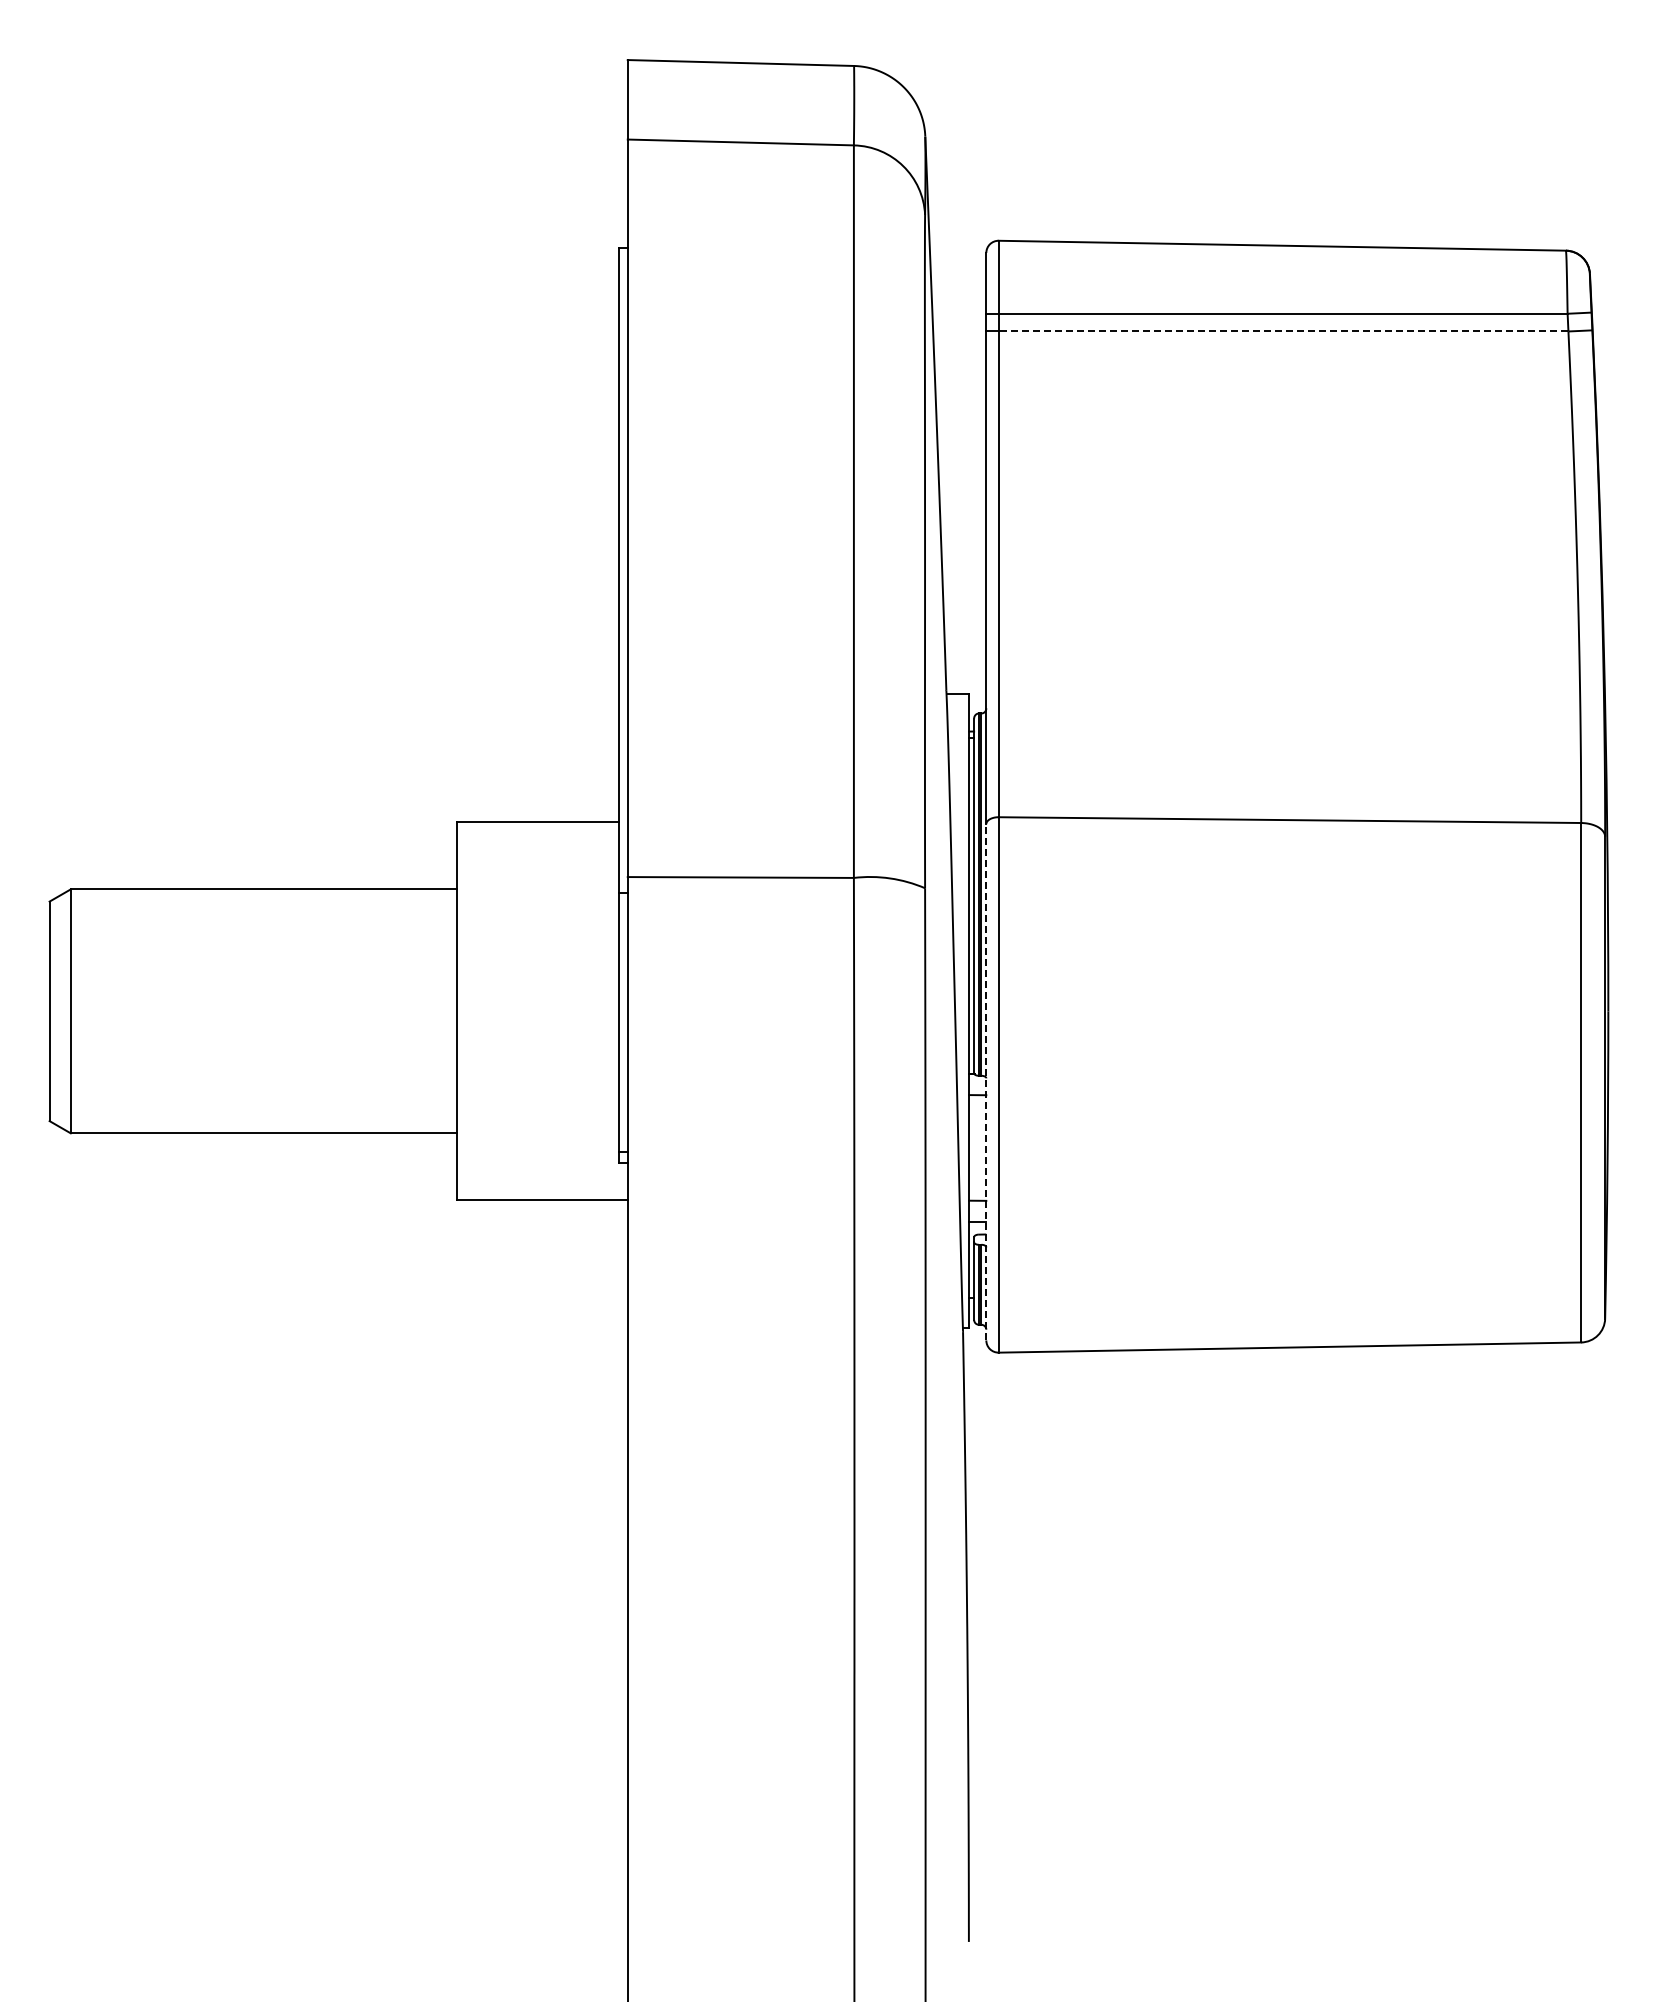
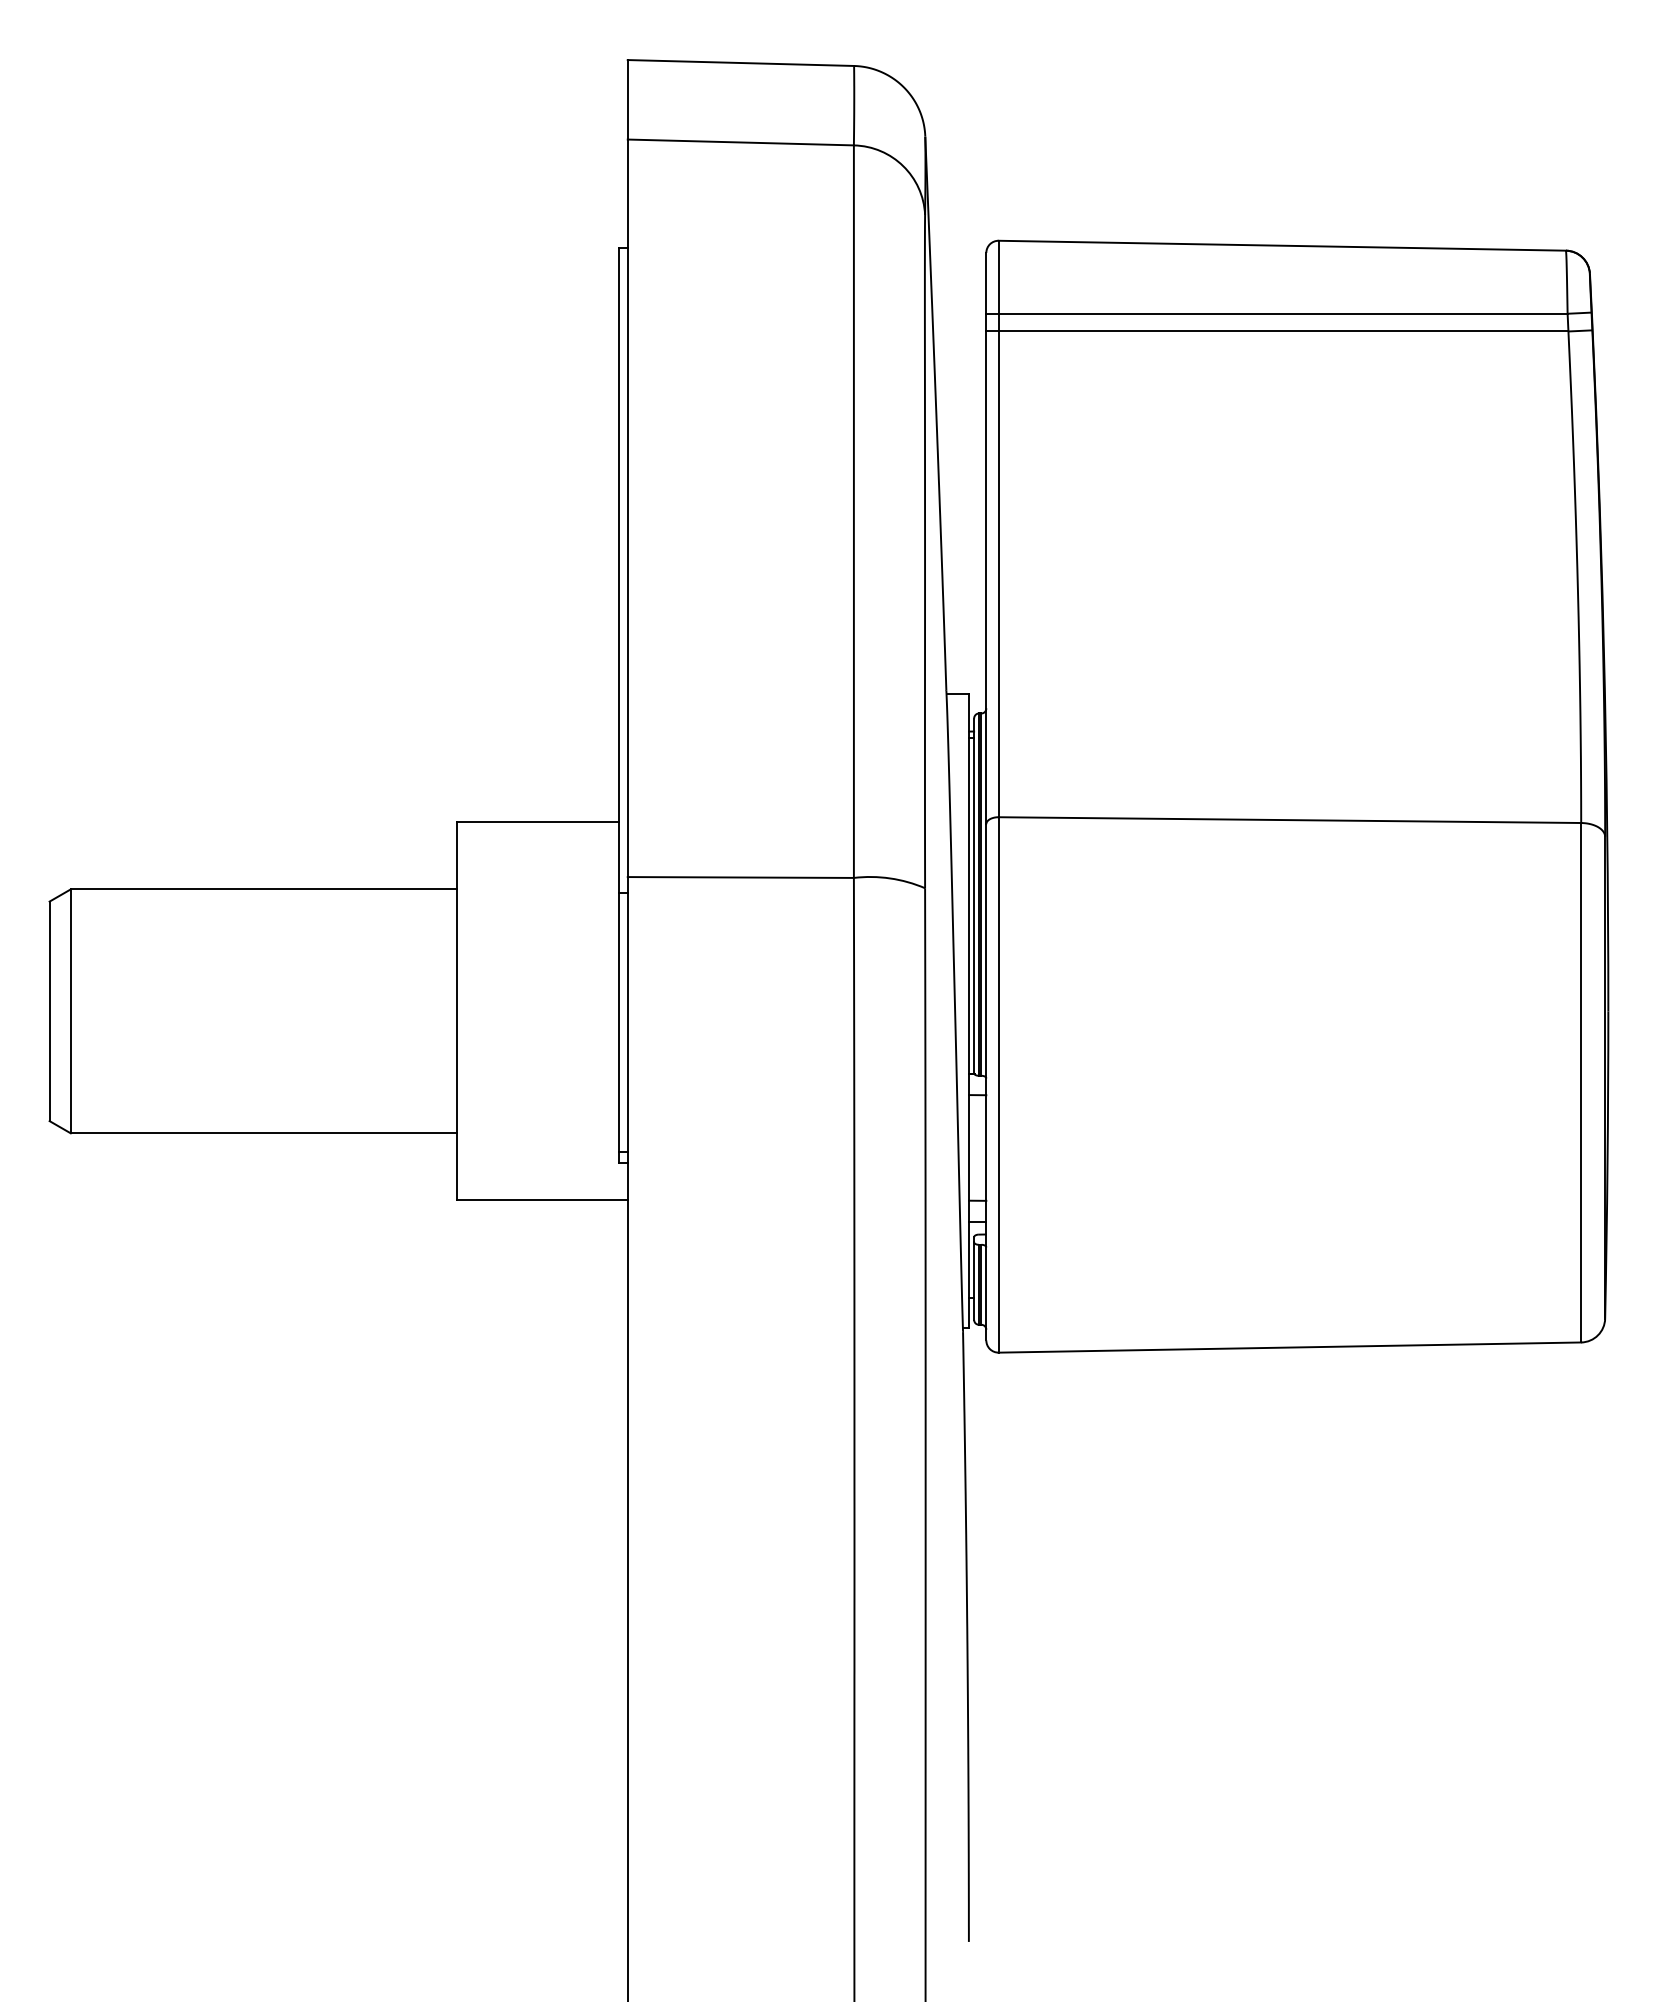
line at (1283, 331): dashed -> solid
line at (986, 1081): dashed -> solid
